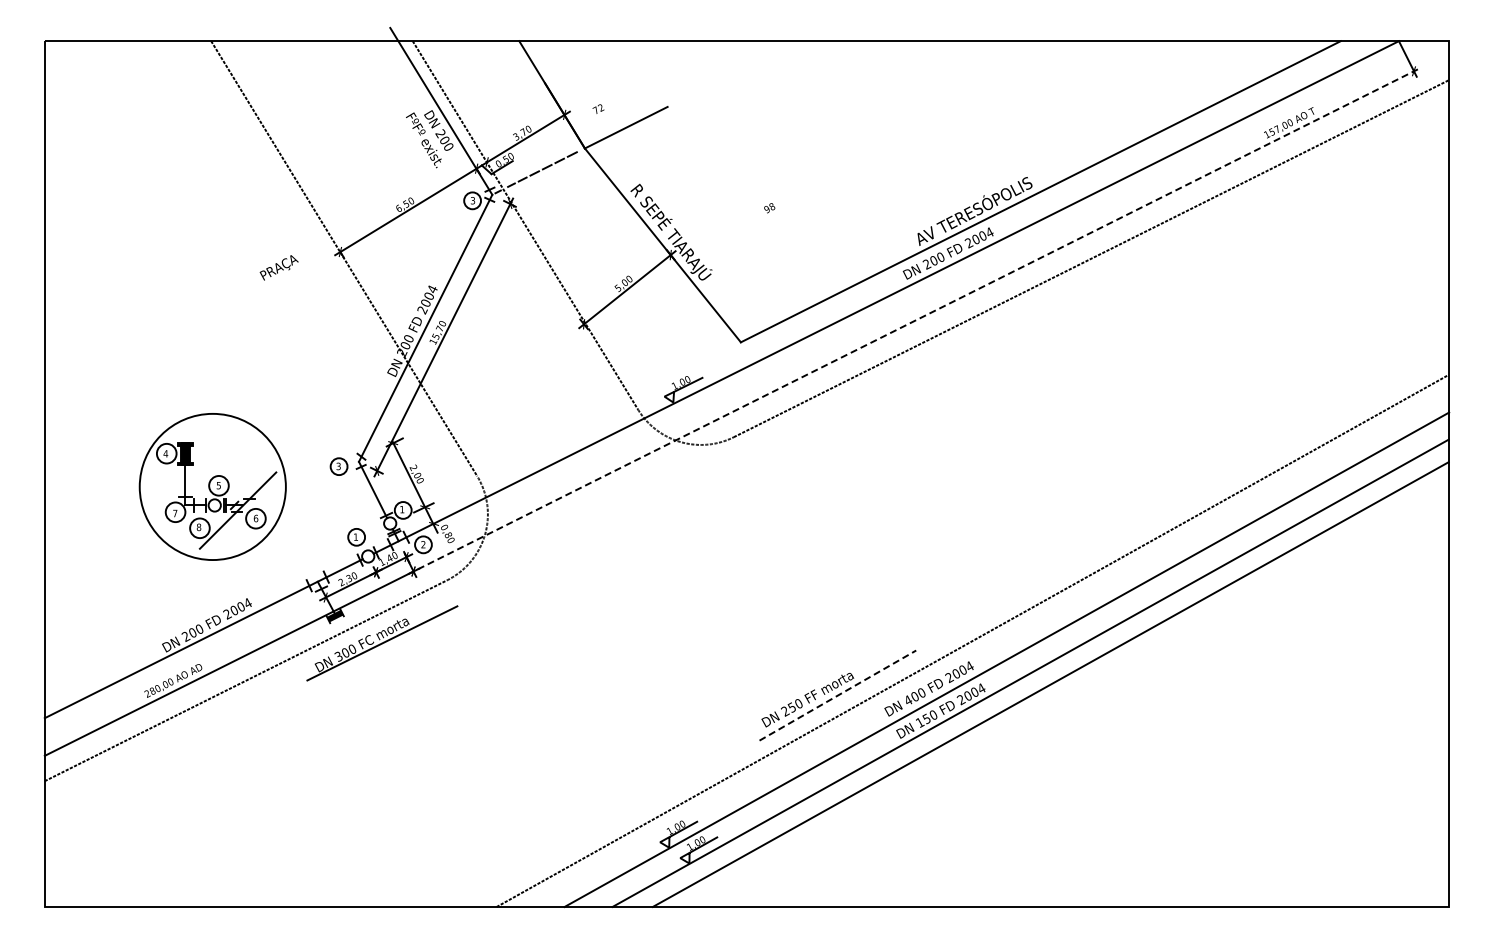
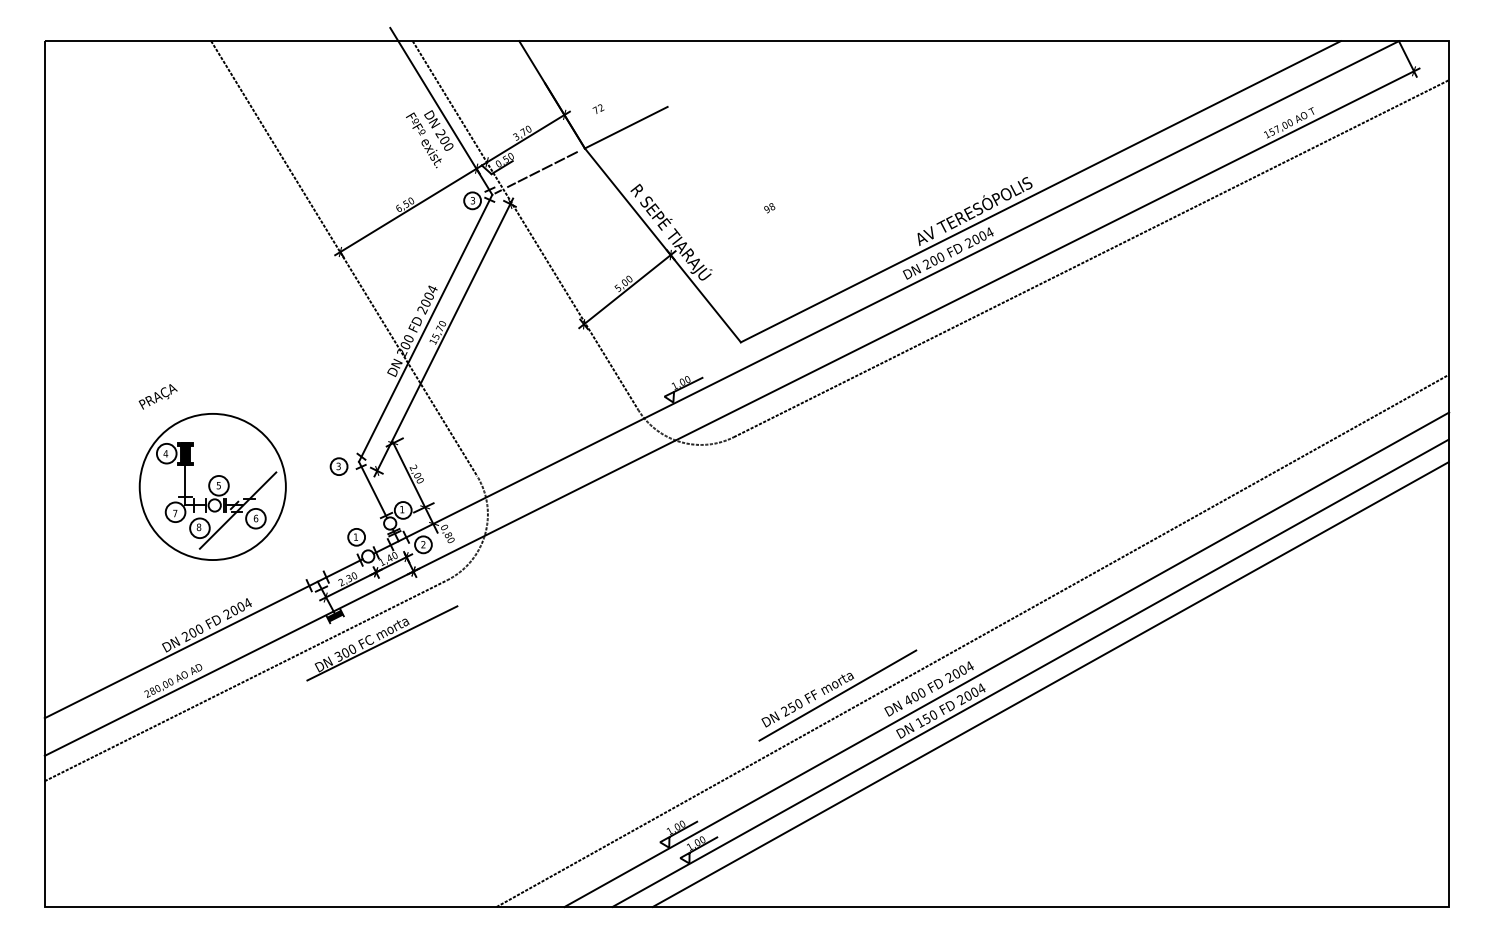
text at (278, 267) position: (278, 267) -> (157, 396)
line at (914, 321): dashed -> solid
line at (838, 695): dashed -> solid
